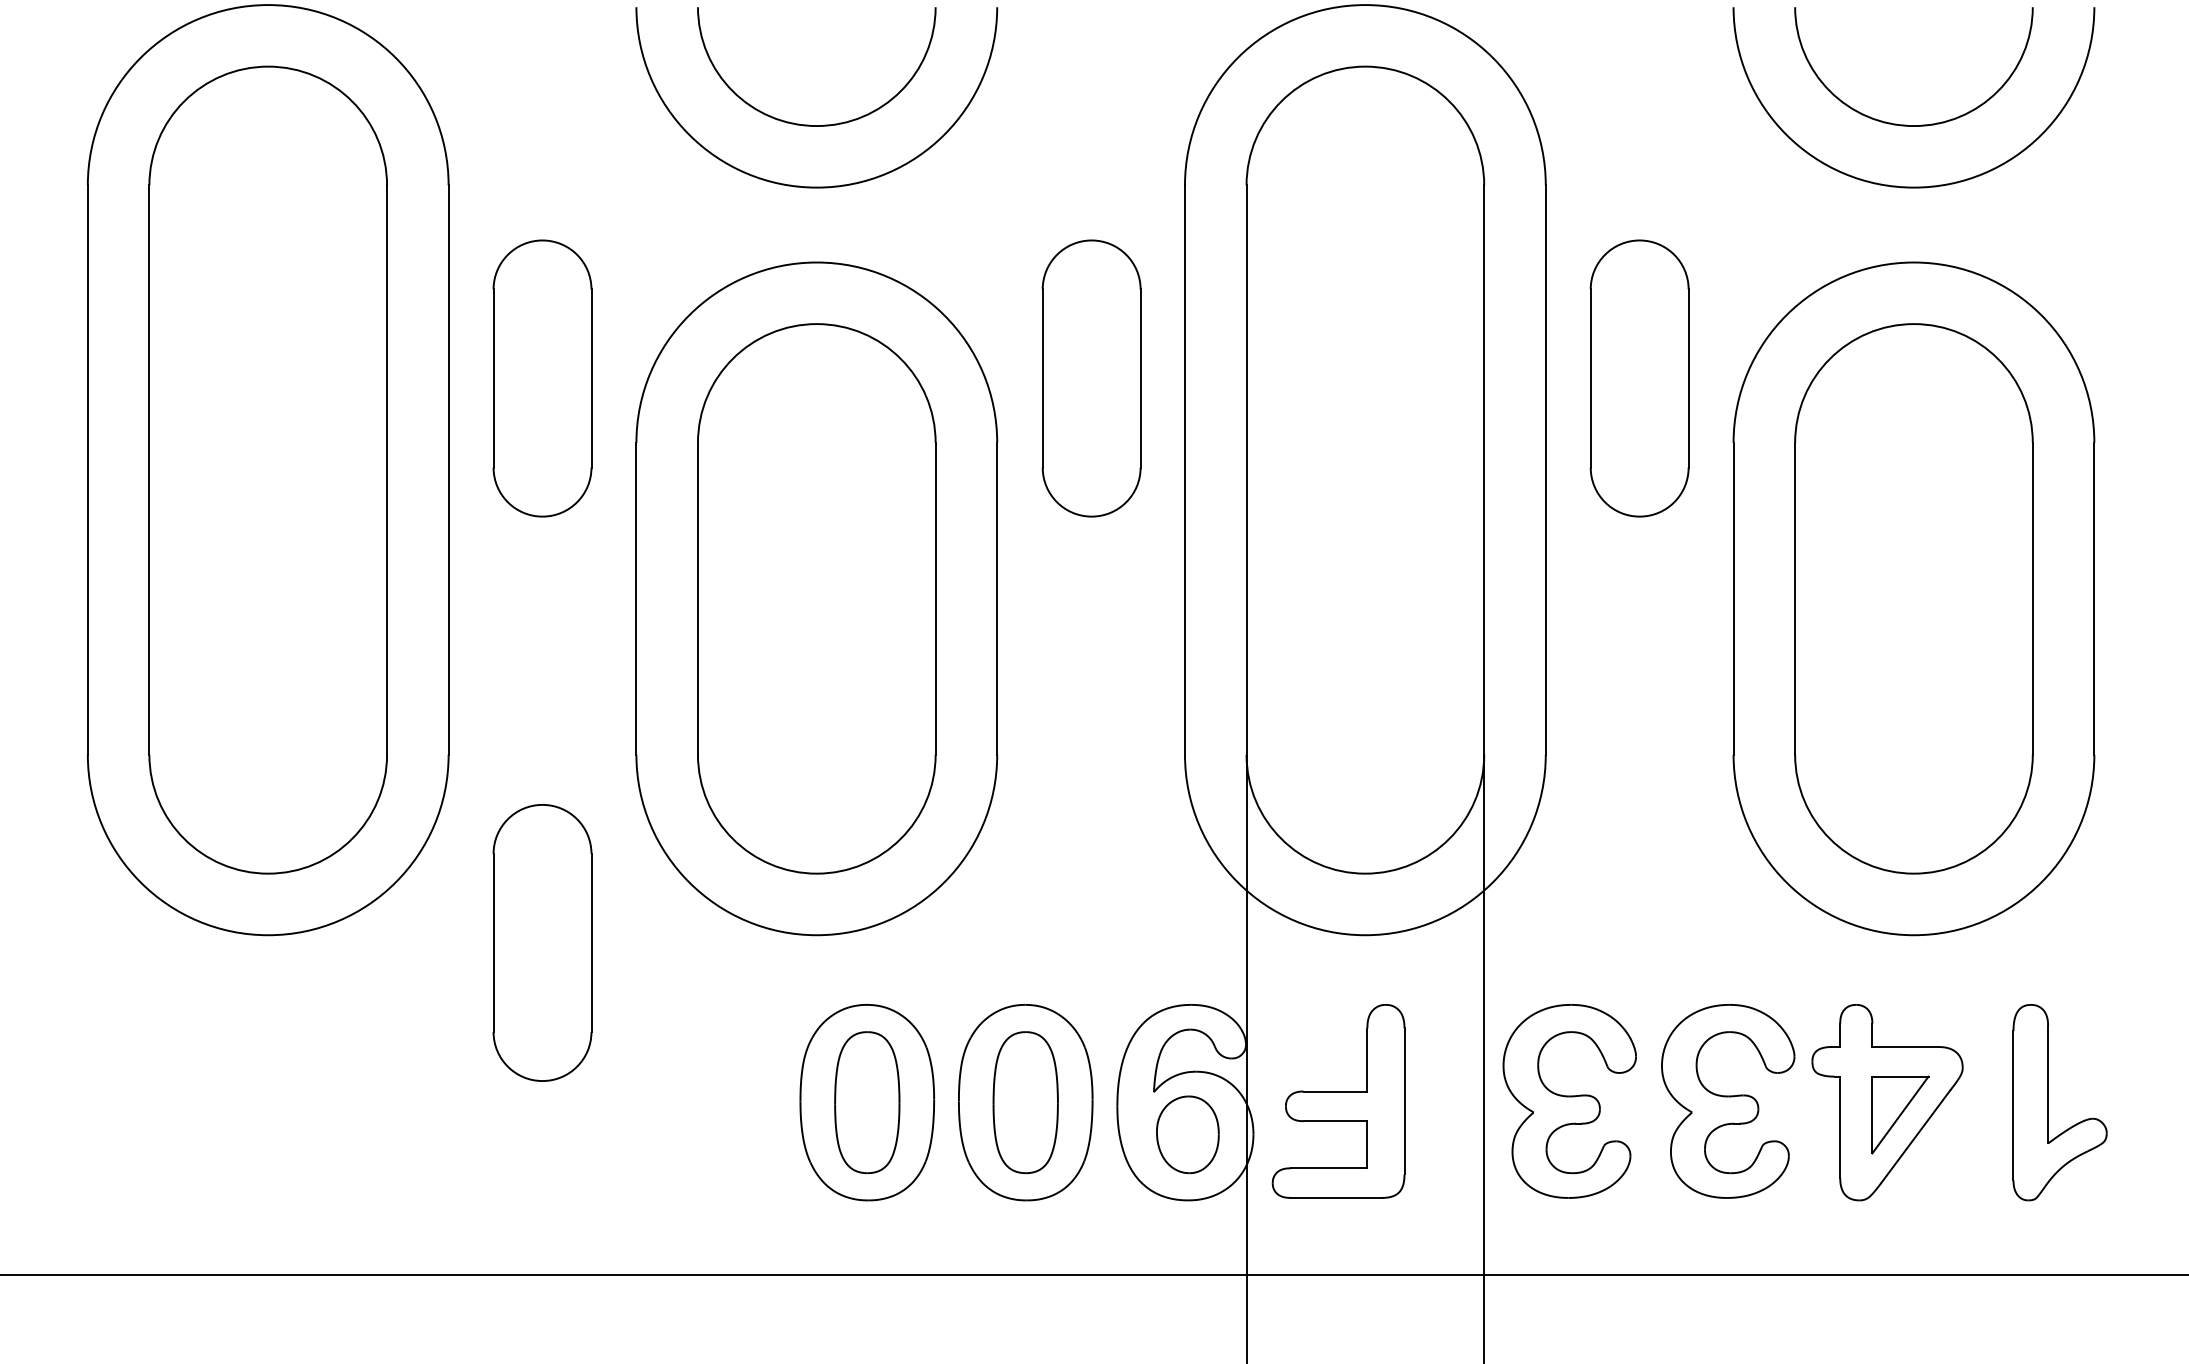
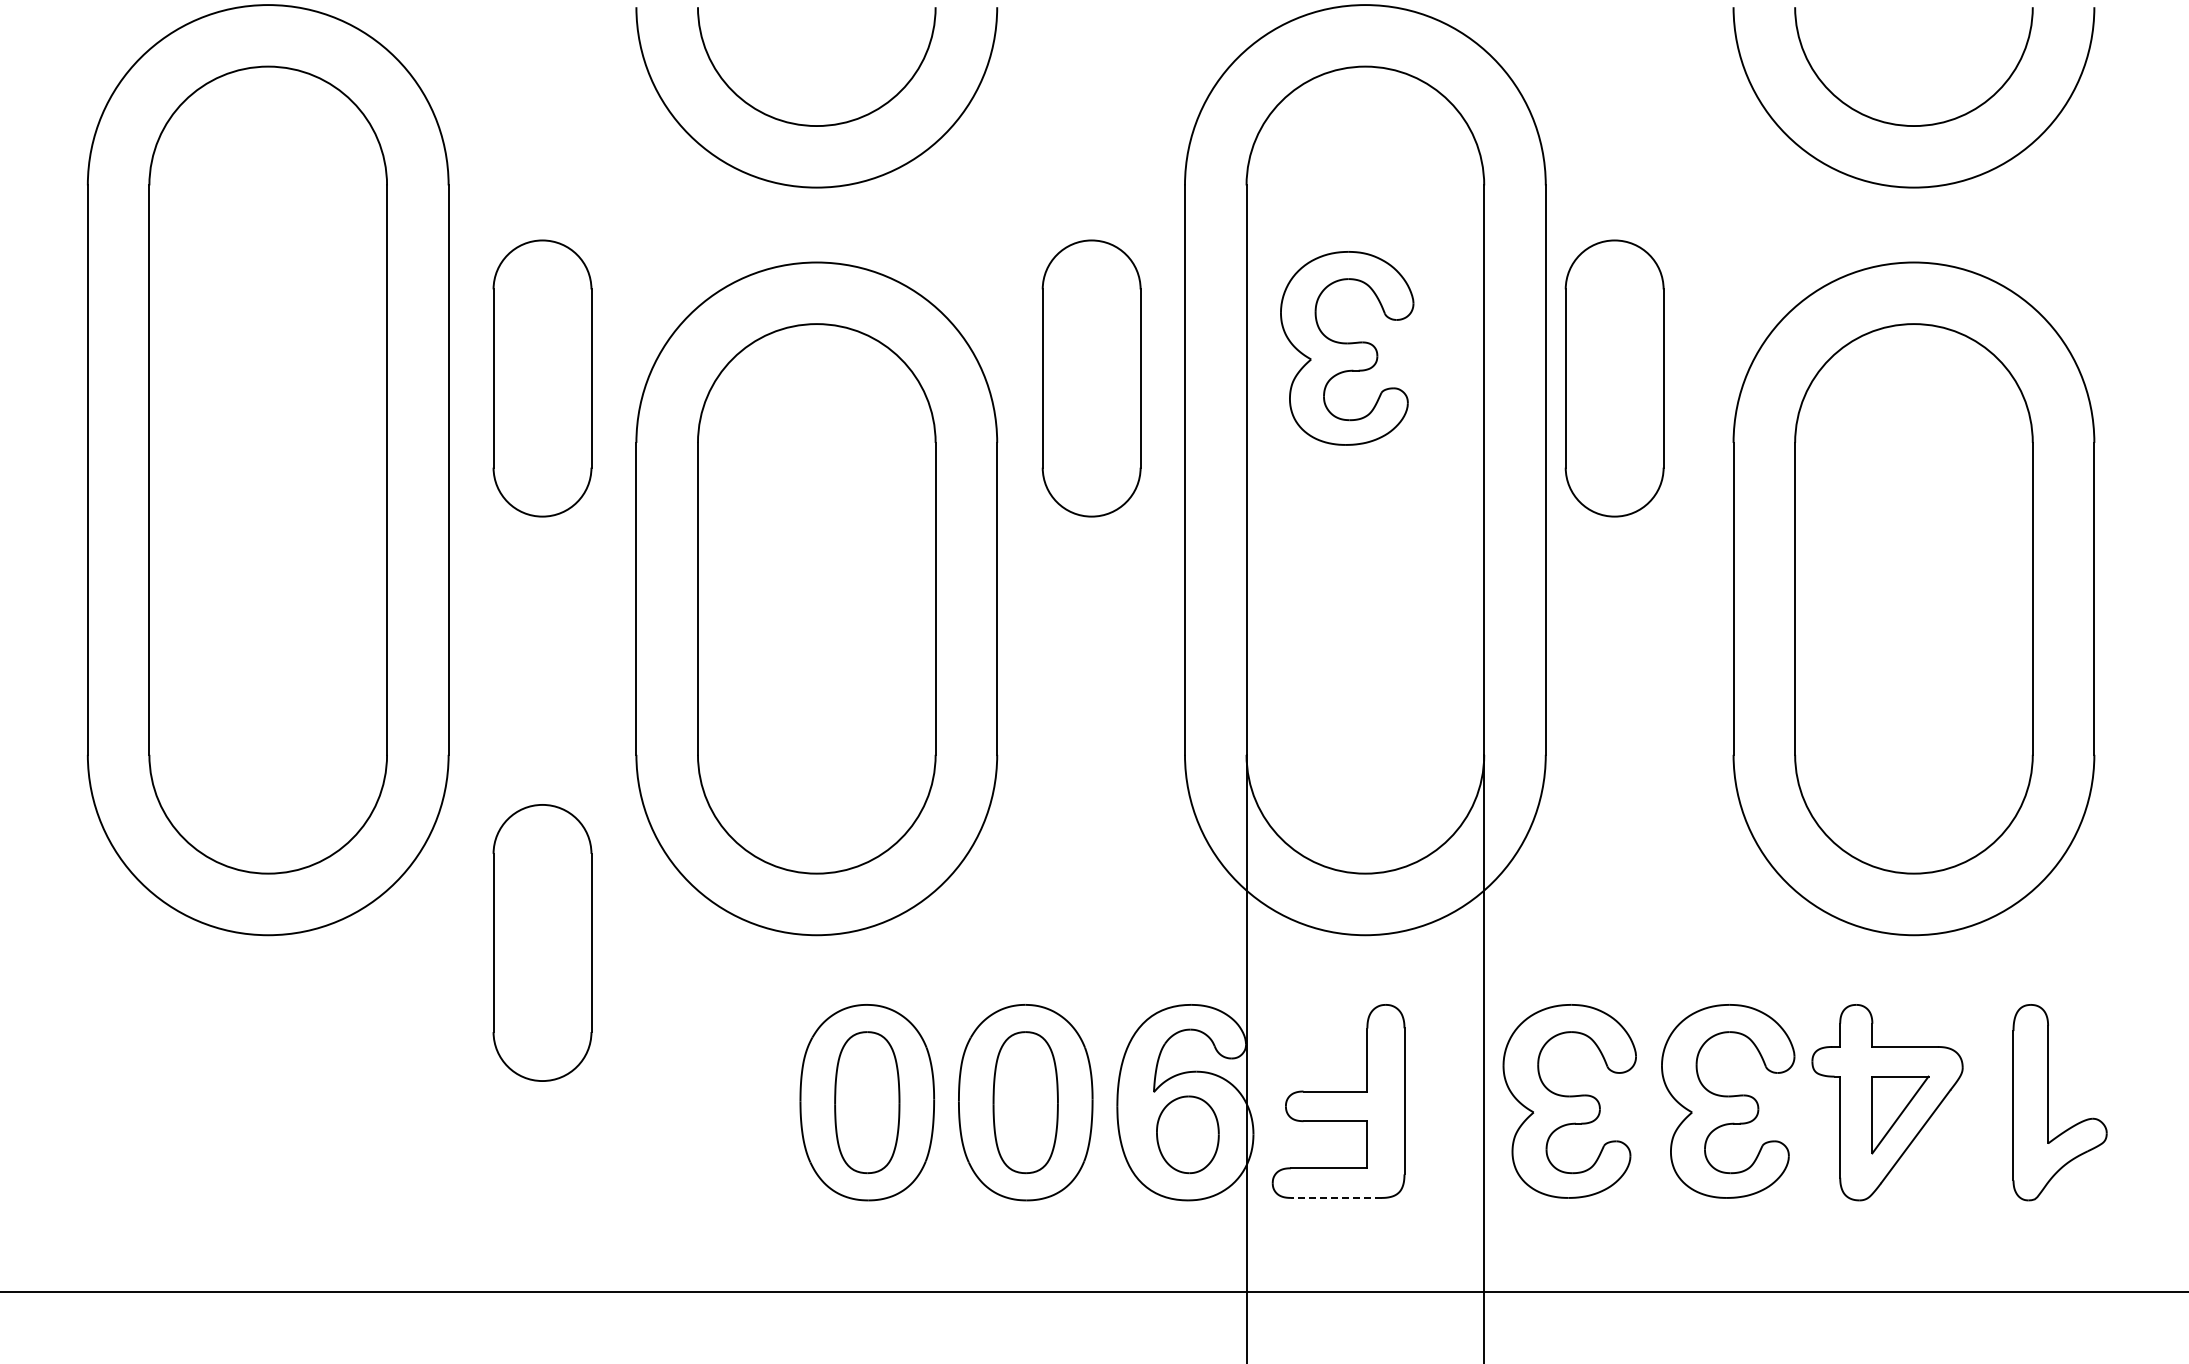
part at (1347, 348): none -> present
part at (1639, 378) position: (1639, 378) -> (1614, 378)
line at (1335, 1197): solid -> dashed
line at (1093, 1274) position: (1093, 1274) -> (1093, 1291)
